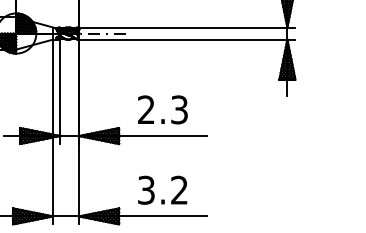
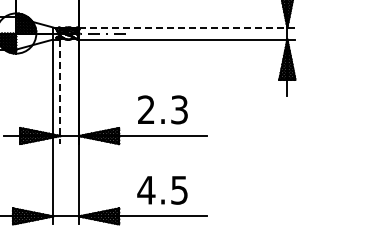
line at (186, 27): solid -> dashed
line at (60, 92): solid -> dashed
text at (162, 189): 3.2 -> 4.5
